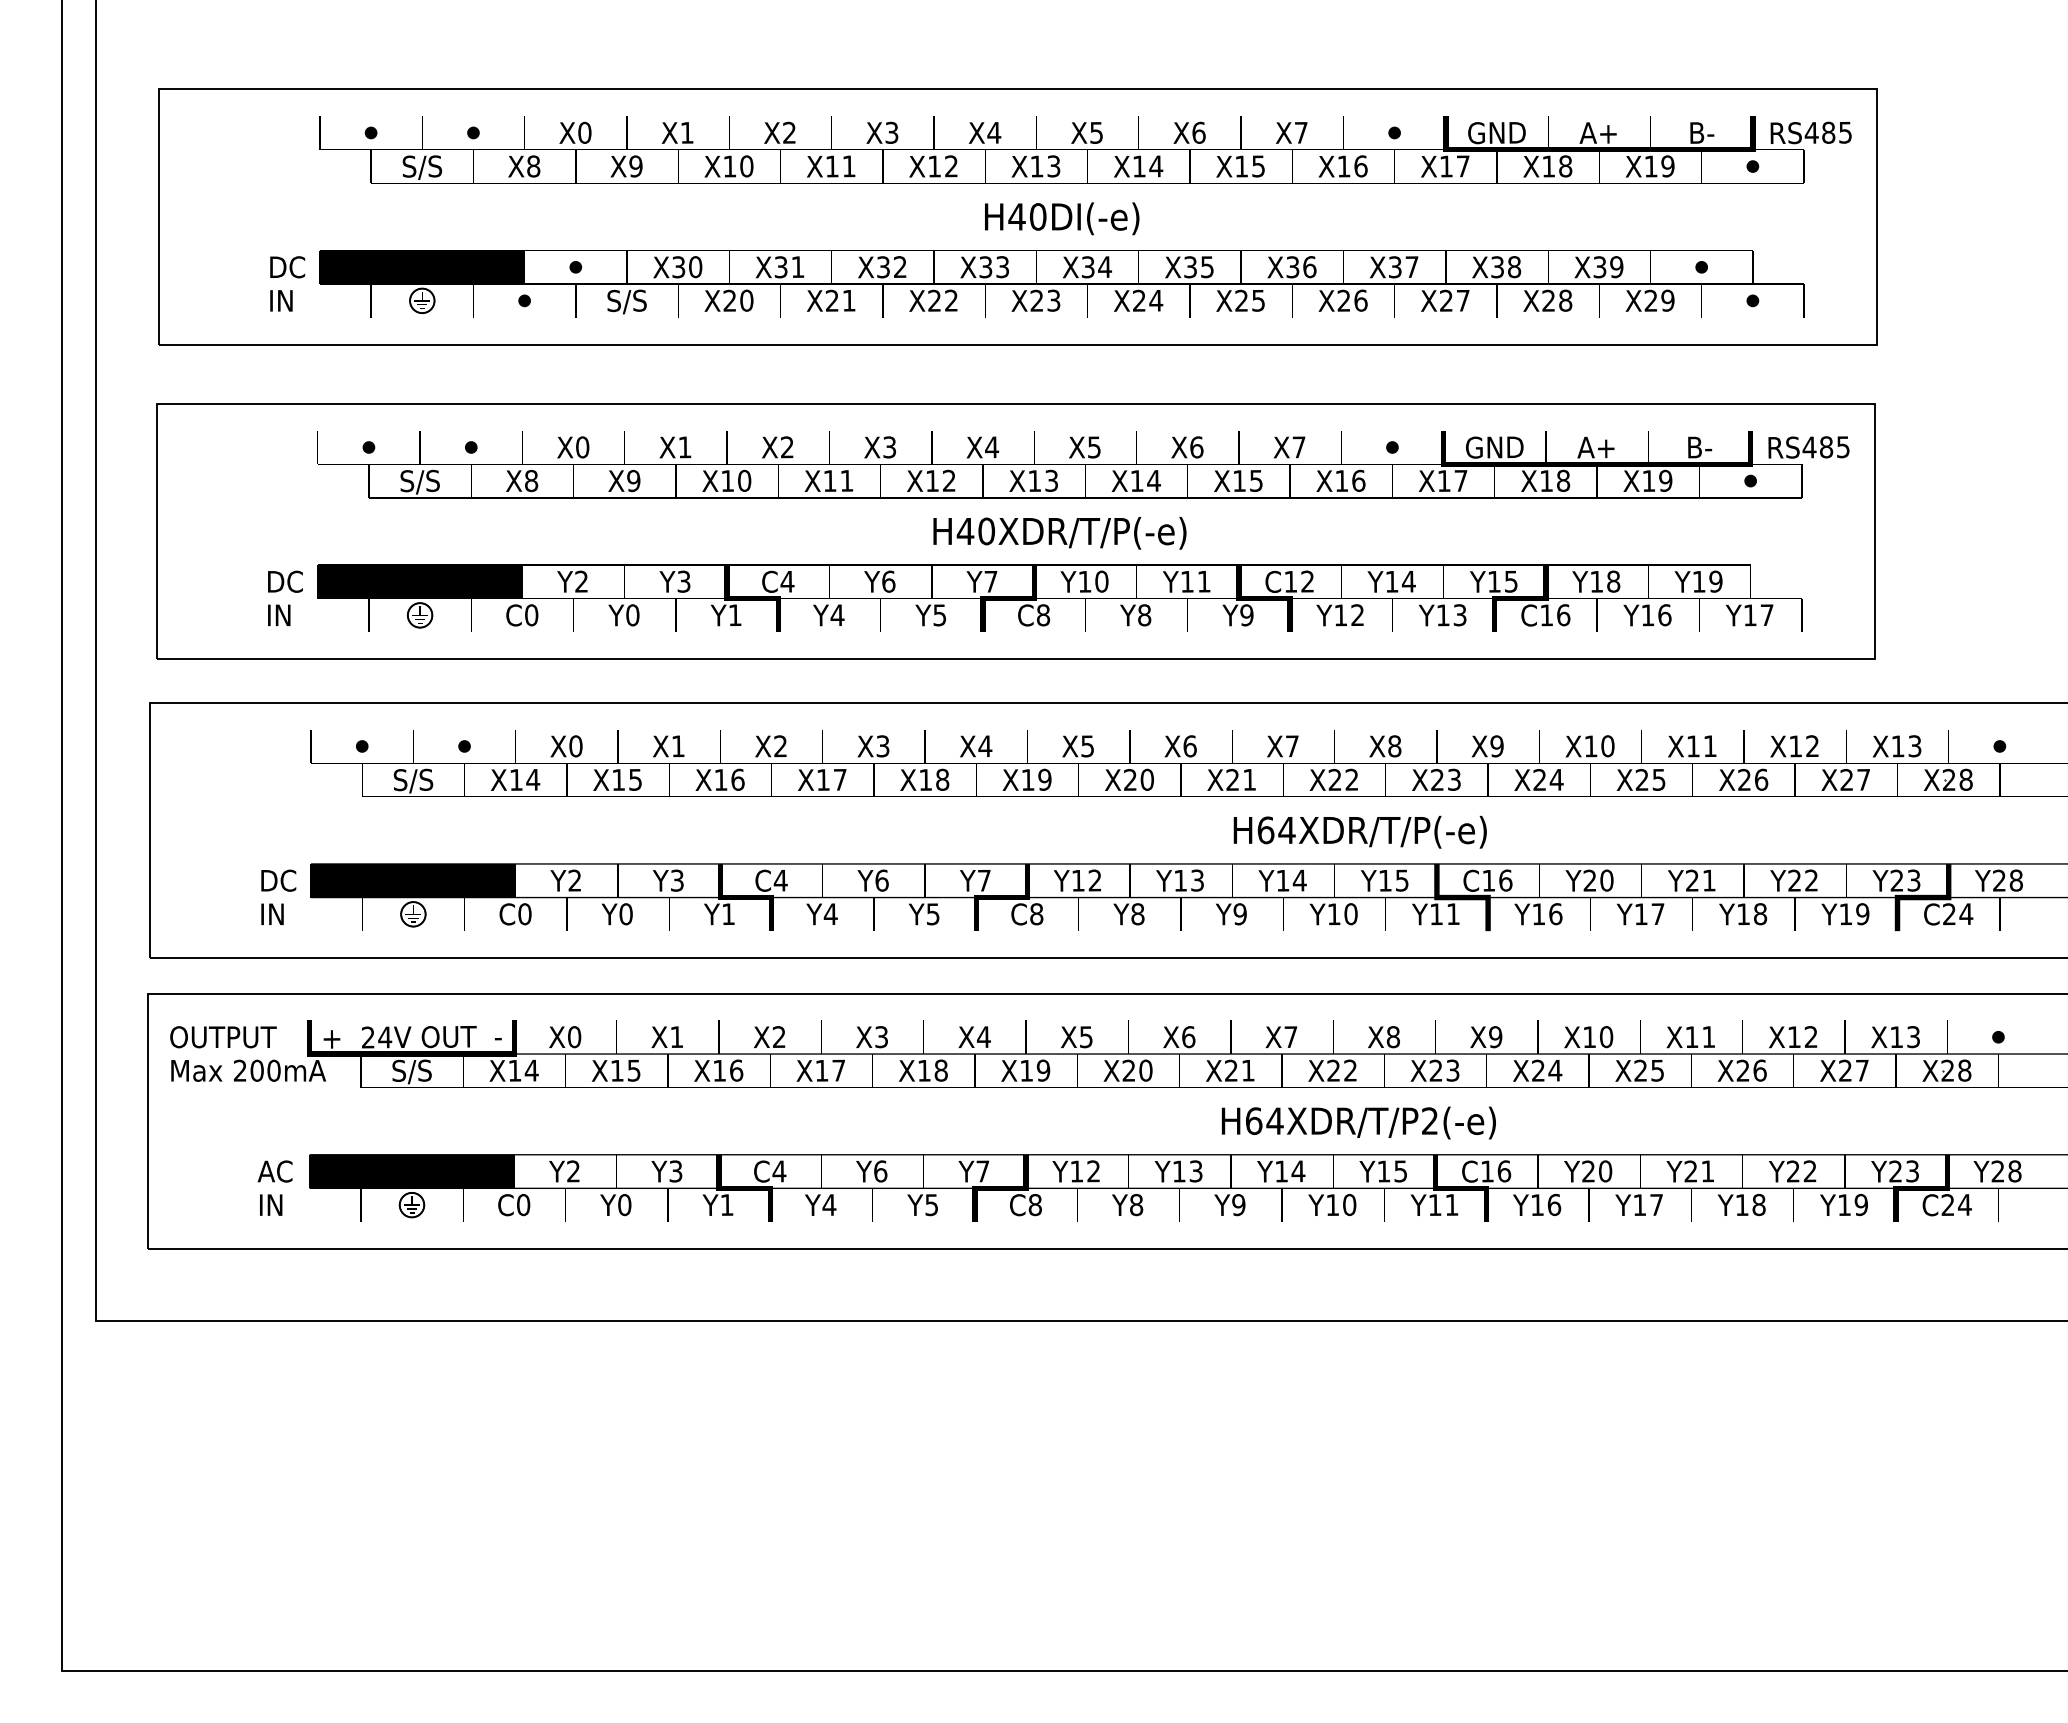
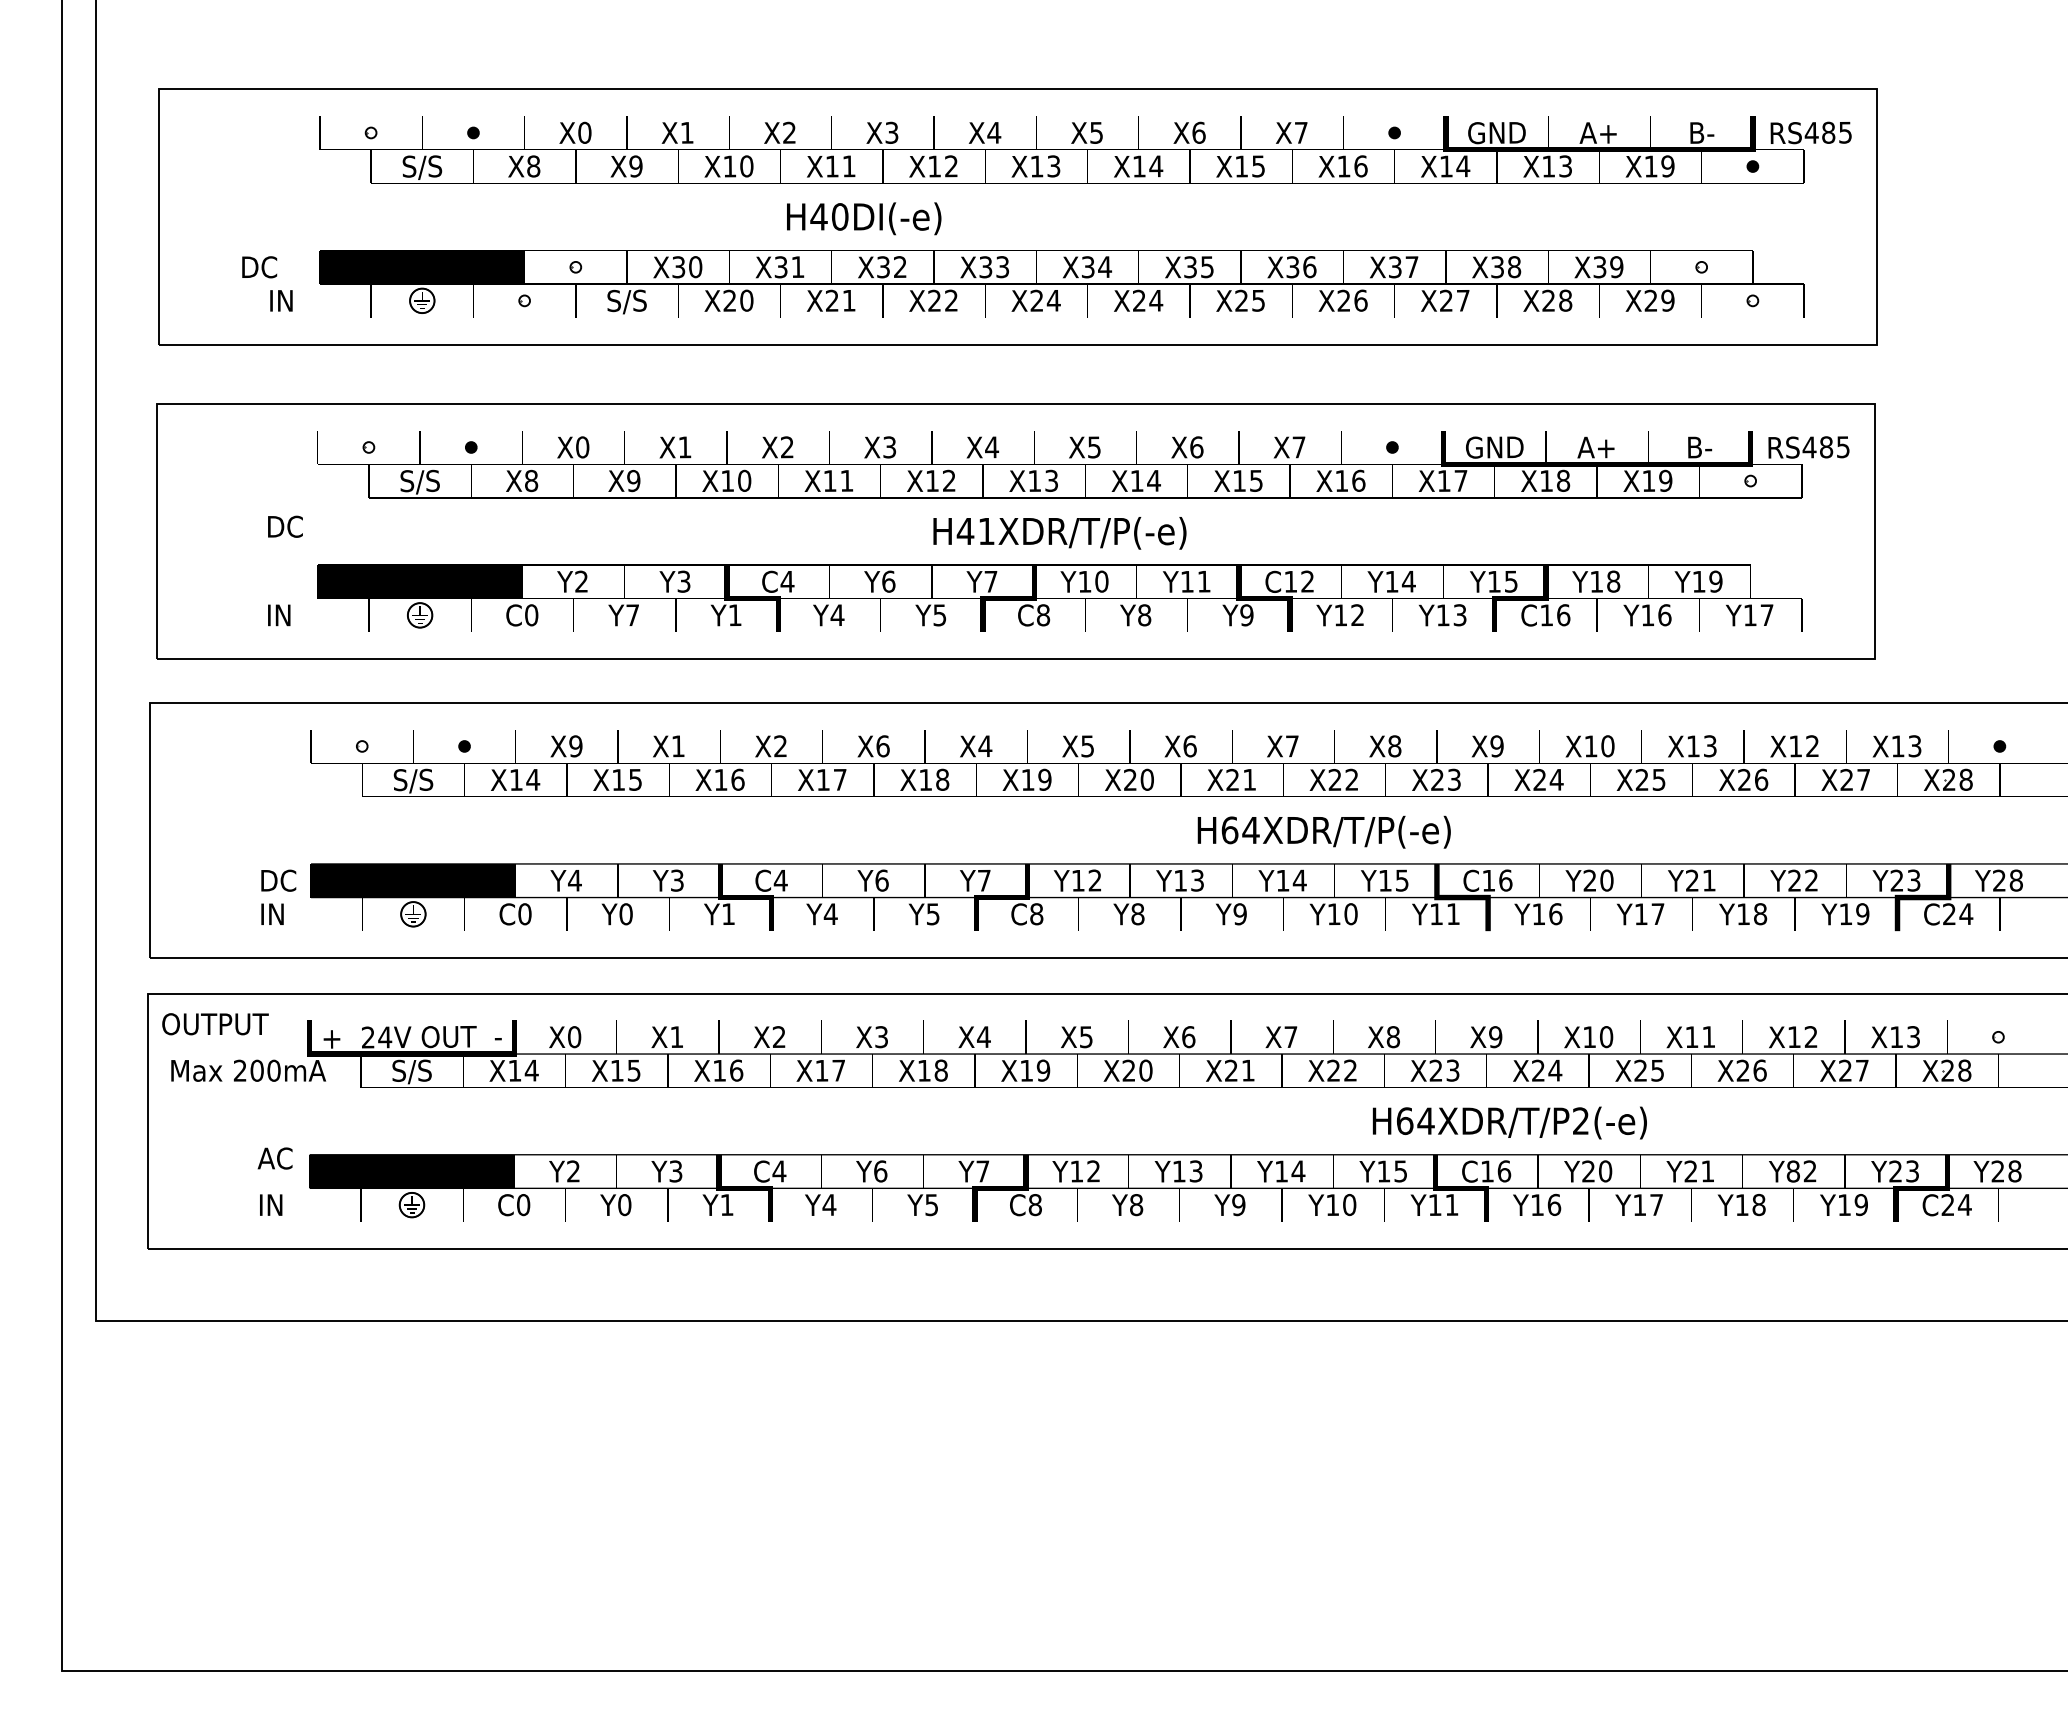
fill at (370, 132): present -> none
text at (1463, 166): X17 -> X14
text at (1565, 166): X18 -> X13
text at (1062, 218) position: (1062, 218) -> (864, 218)
fill at (575, 266): present -> none
fill at (1701, 266): present -> none
text at (287, 267) position: (287, 267) -> (259, 267)
fill at (524, 300): present -> none
text at (1053, 300): X23 -> X24
fill at (1752, 300): present -> none
fill at (368, 447): present -> none
fill at (1750, 480): present -> none
text at (986, 531): H40XDR/T/P(-e) -> H41XDR/T/P(-e)
text at (285, 581) position: (285, 581) -> (285, 526)
text at (632, 615): Y0 -> Y7
fill at (361, 746): present -> none
text at (575, 746): X0 -> X9
text at (882, 746): X3 -> X6
text at (1710, 746): X11 -> X13
text at (1359, 831) position: (1359, 831) -> (1323, 831)
text at (574, 880): Y2 -> Y4
fill at (1998, 1036): present -> none
text at (223, 1037) position: (223, 1037) -> (215, 1024)
text at (1358, 1122) position: (1358, 1122) -> (1509, 1122)
text at (274, 1171) position: (274, 1171) -> (274, 1158)
text at (1792, 1171): Y22 -> Y82
